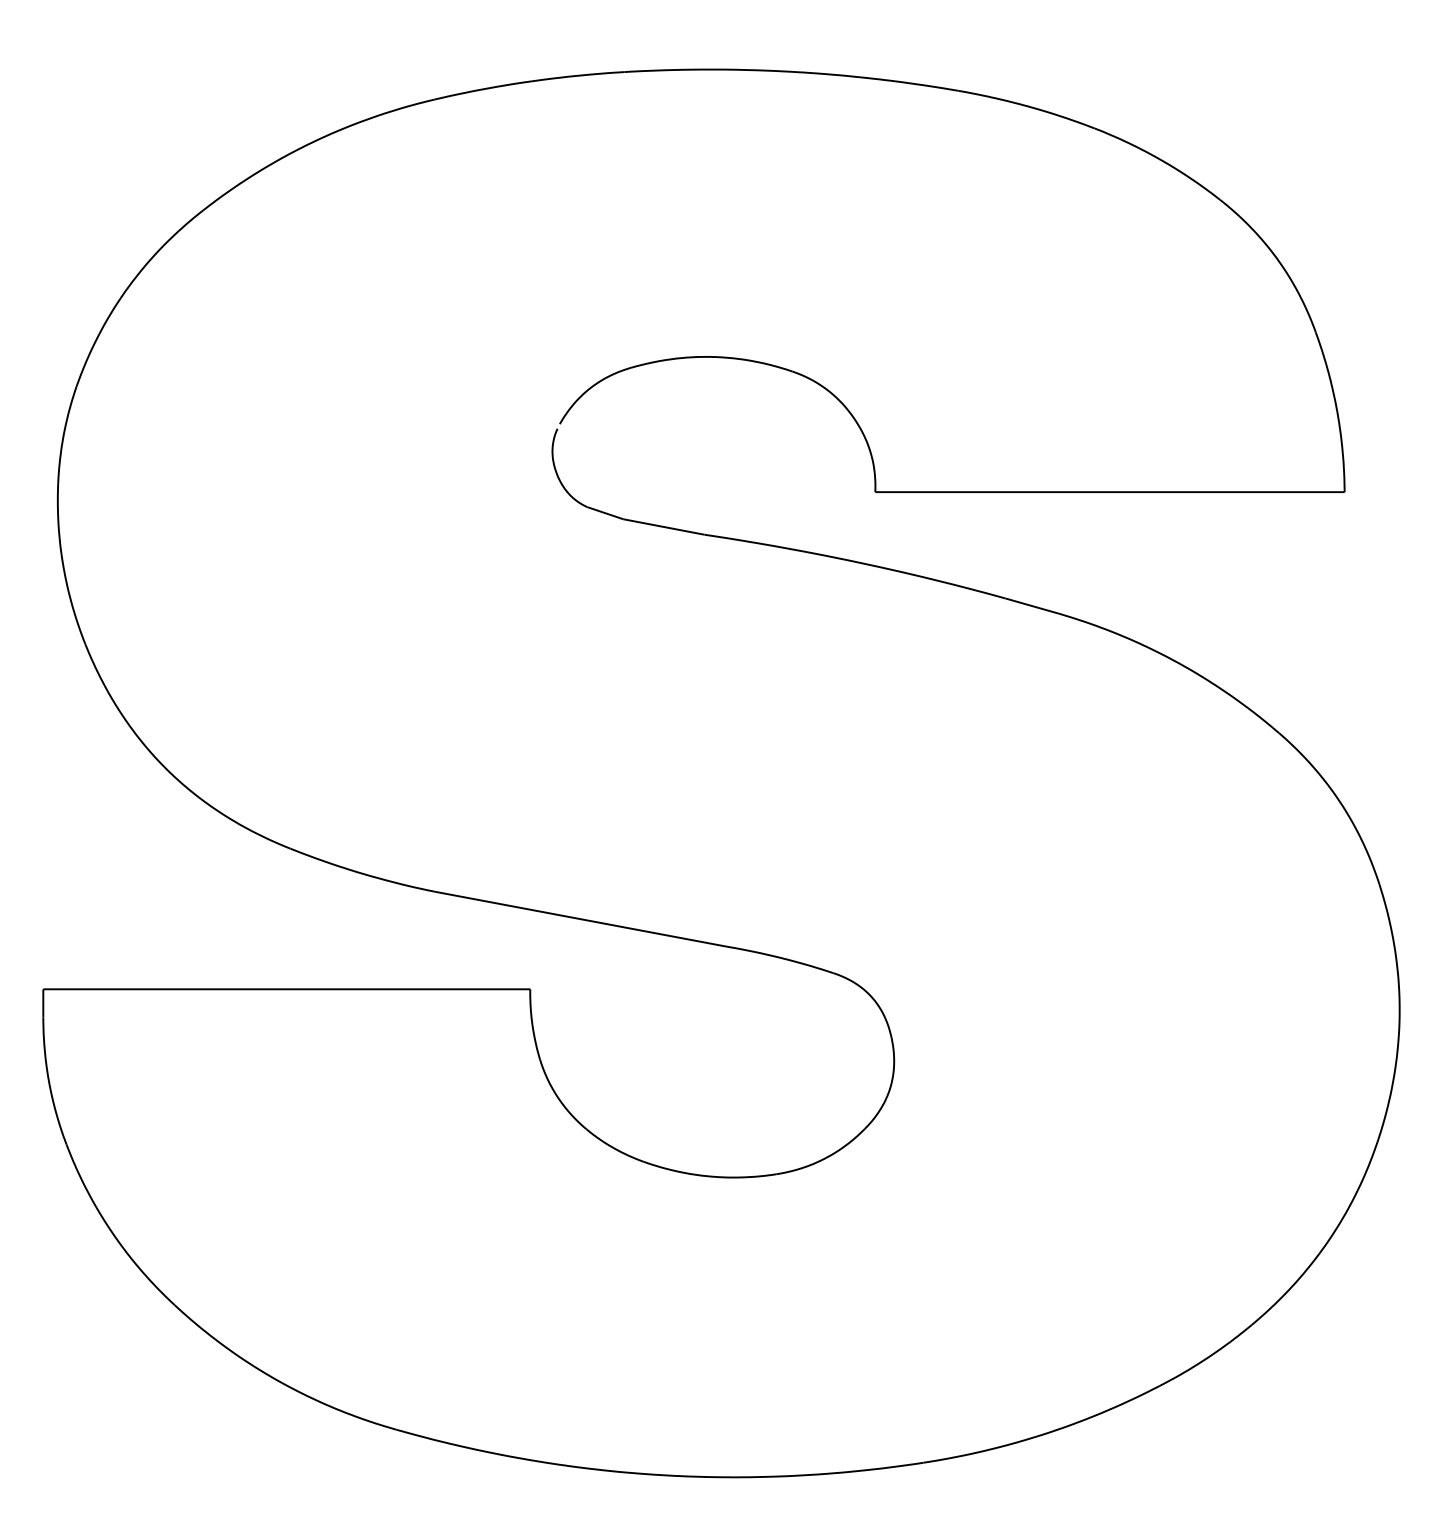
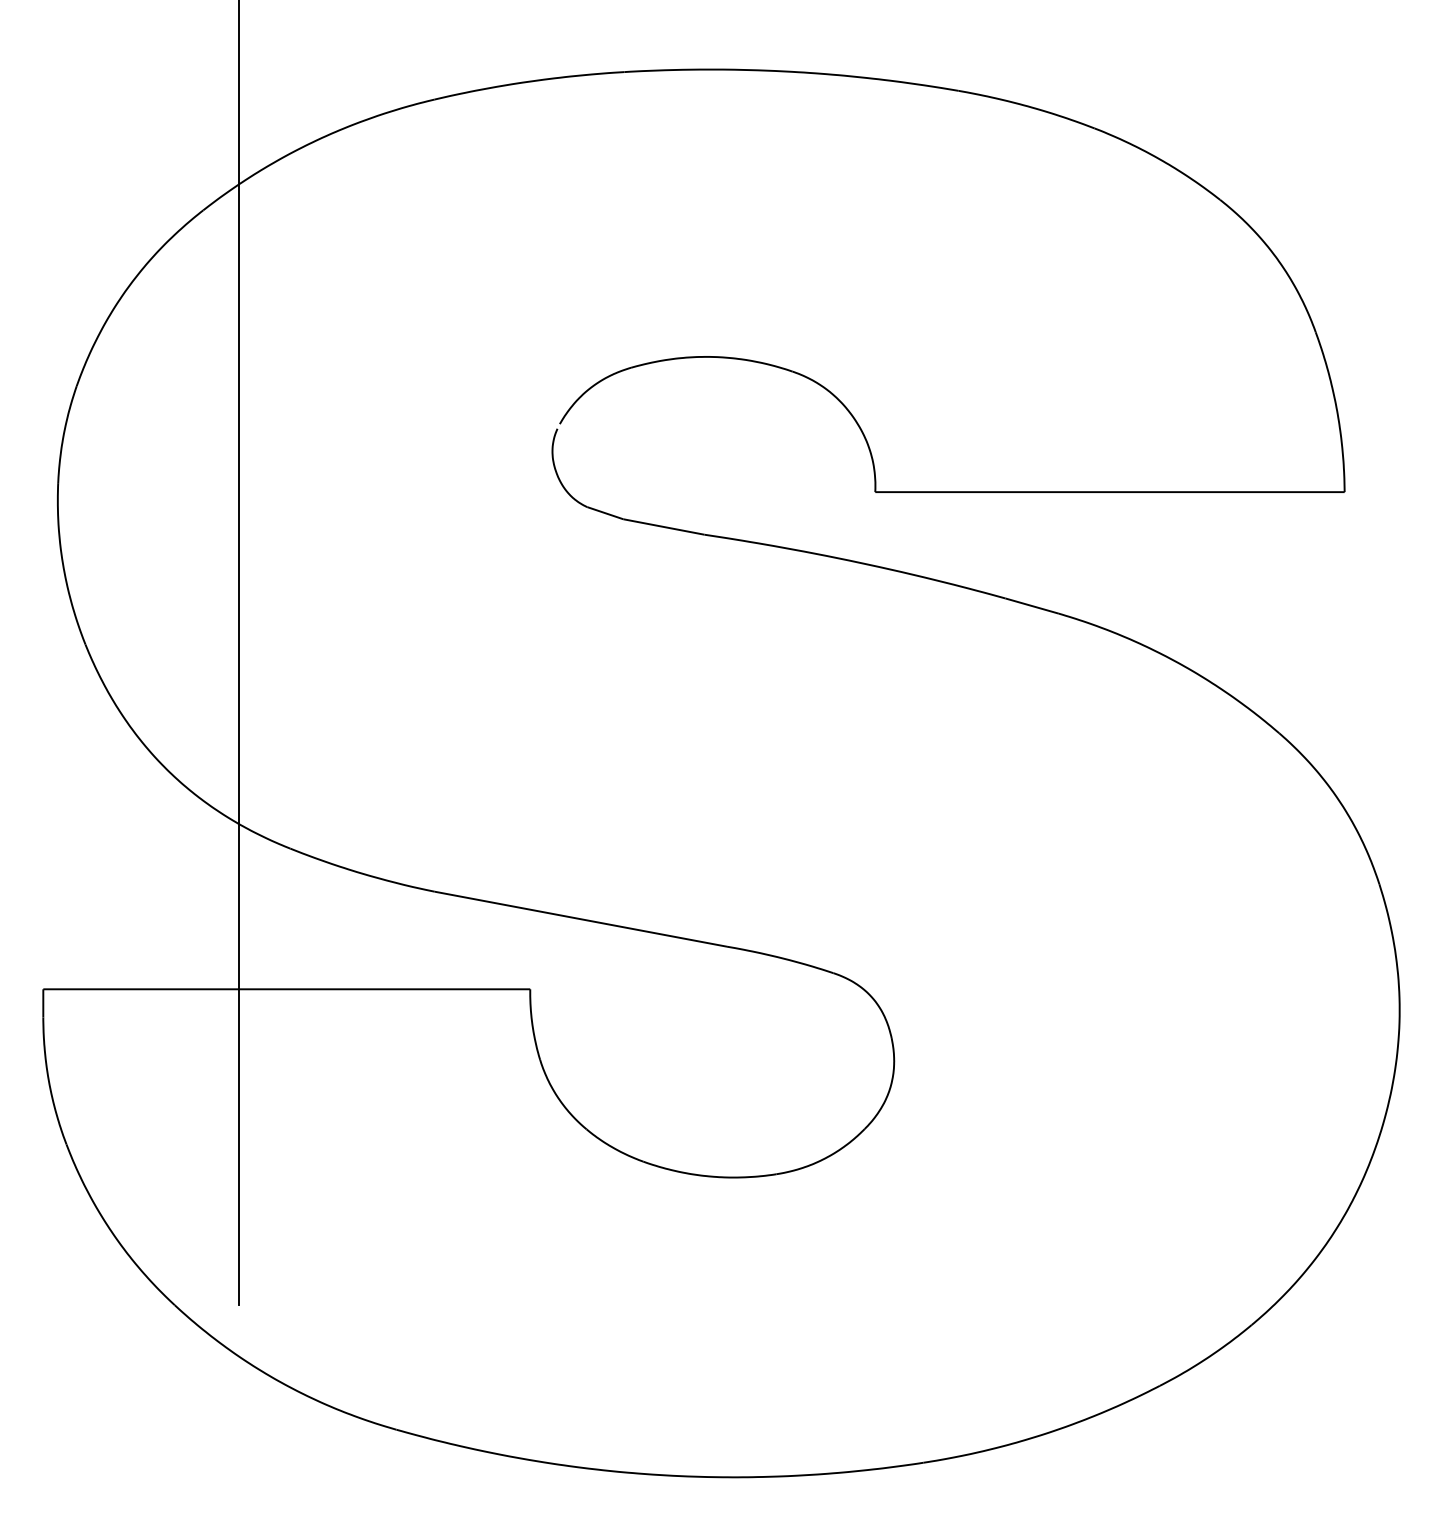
line at (238, 653): none -> present
